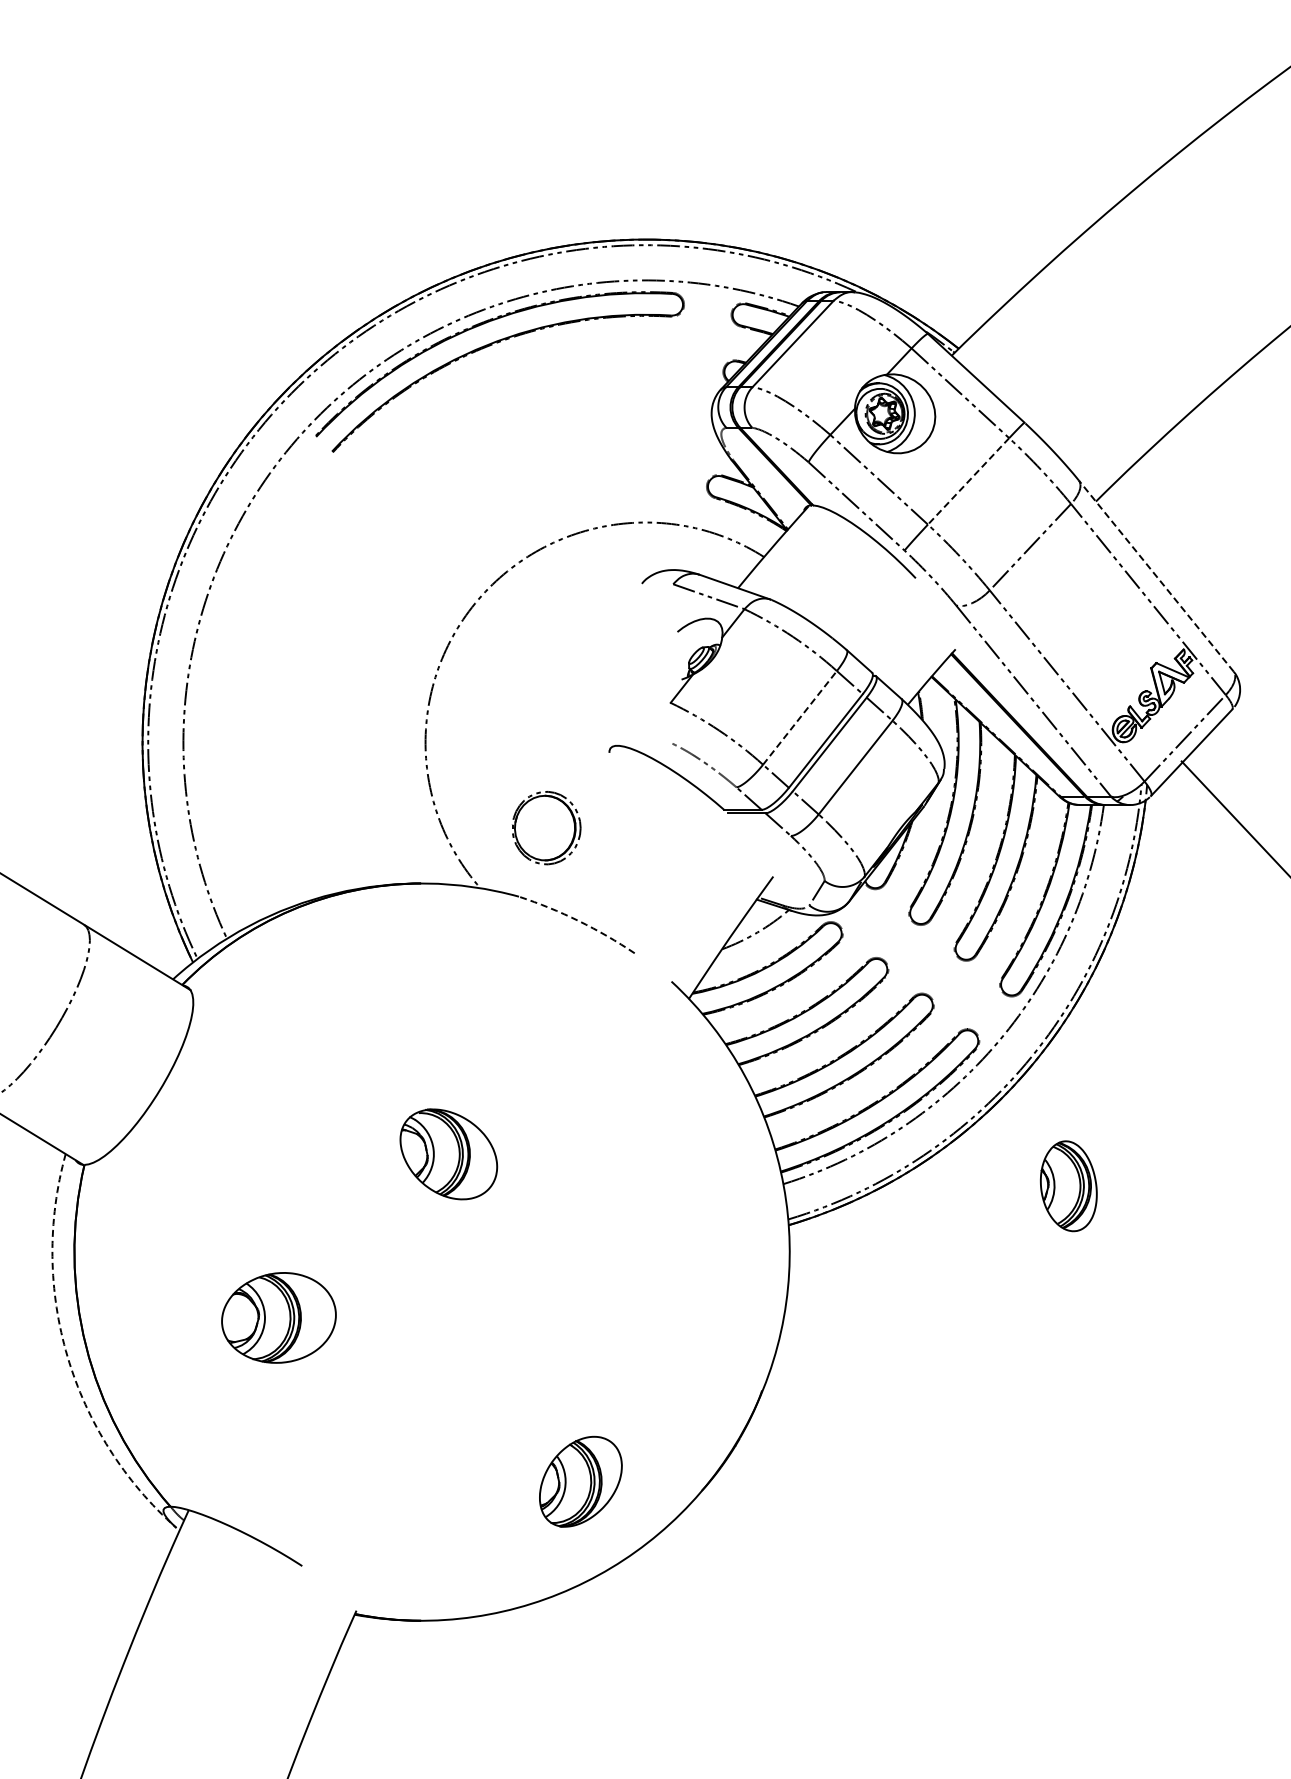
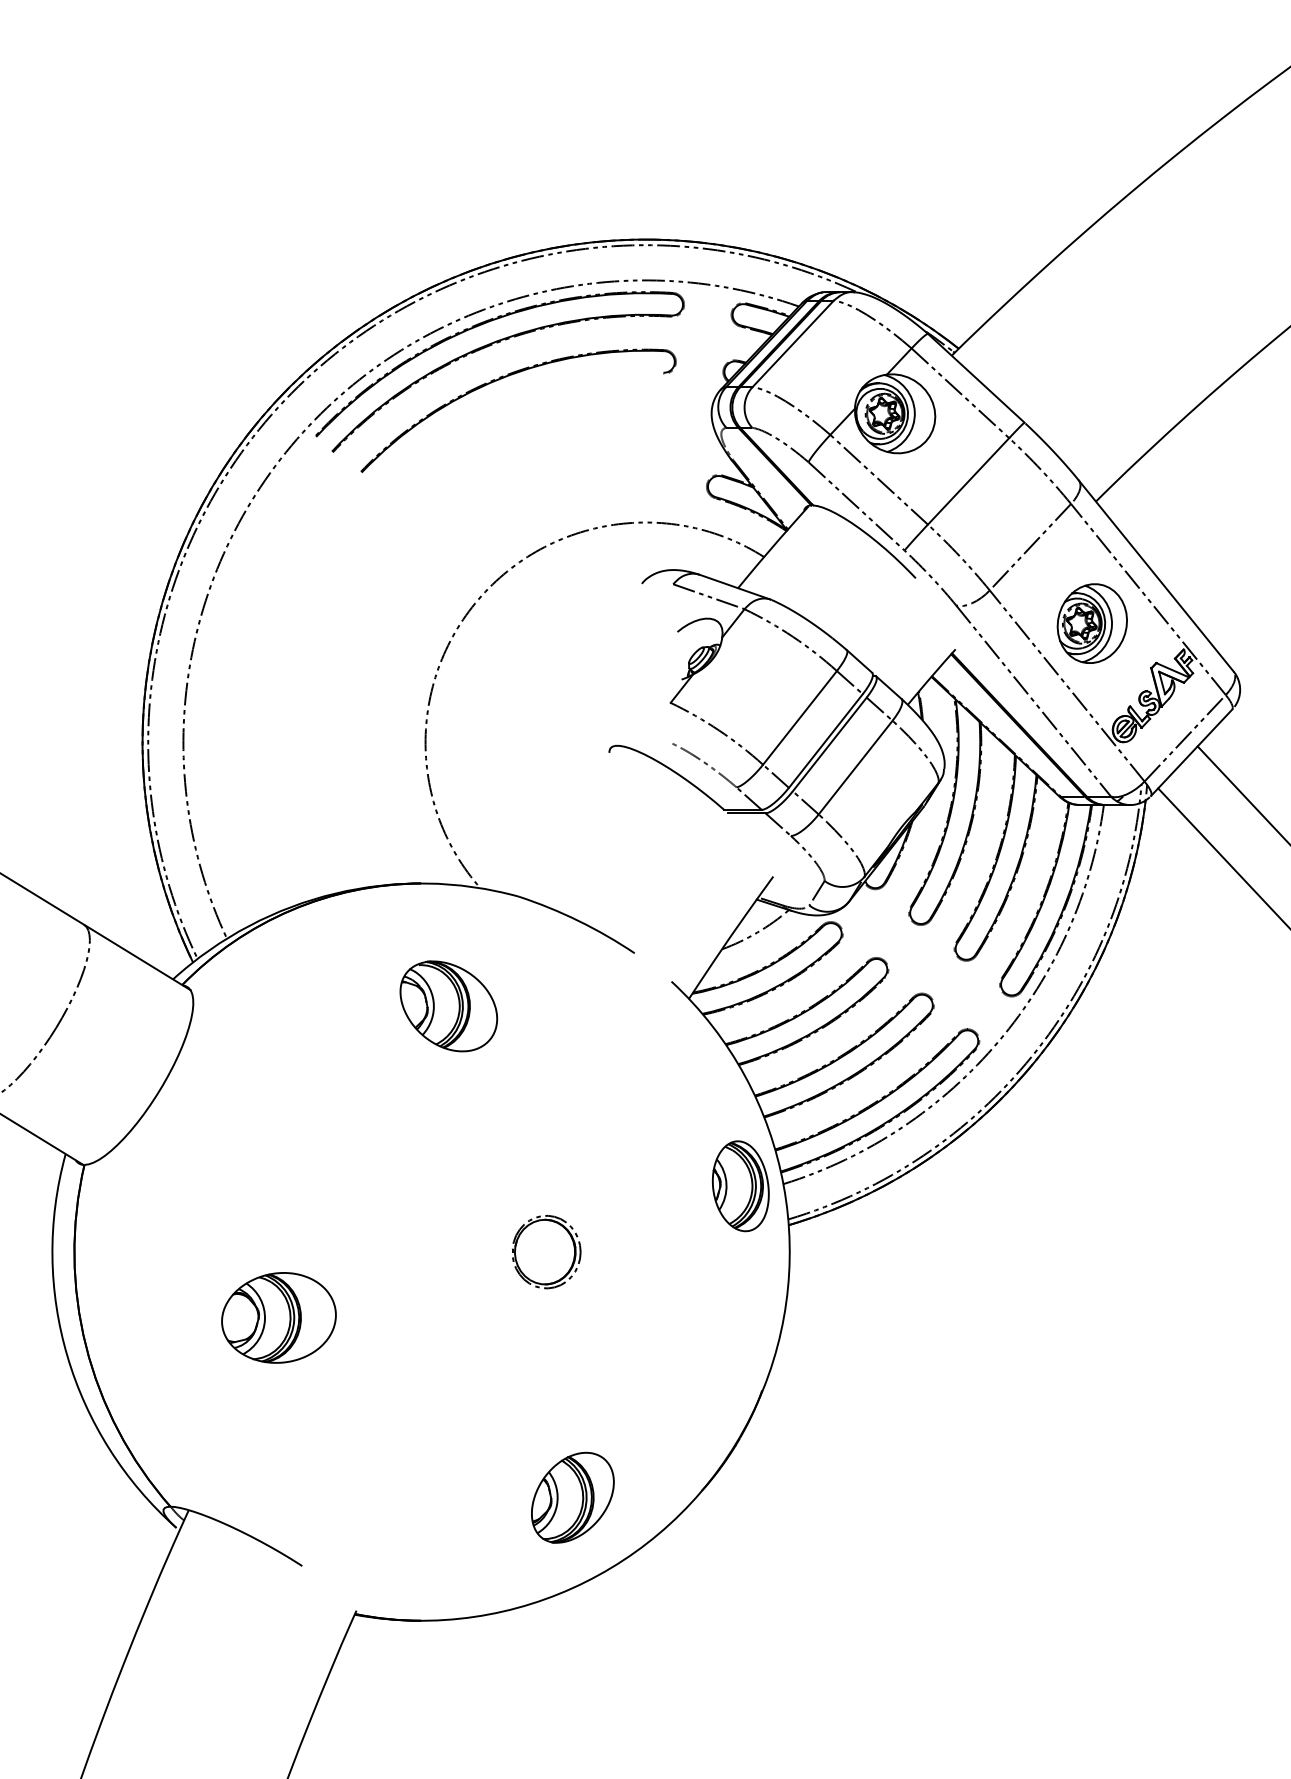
part at (504, 378): none -> present
line at (968, 481): dashed -> solid
line at (1156, 576): dashed -> solid
part at (1091, 623): none -> present
line at (800, 717): dashed -> solid
line at (1234, 817) position: (1234, 817) -> (1242, 793)
part at (546, 828) position: (546, 828) -> (546, 1252)
line at (1222, 857): none -> present
arc at (578, 921): dashed -> solid
part at (448, 1154) position: (448, 1154) -> (448, 1006)
part at (1068, 1186) position: (1068, 1186) -> (740, 1186)
arc at (67, 1356): dashed -> solid
part at (580, 1481) position: (580, 1481) -> (572, 1497)
